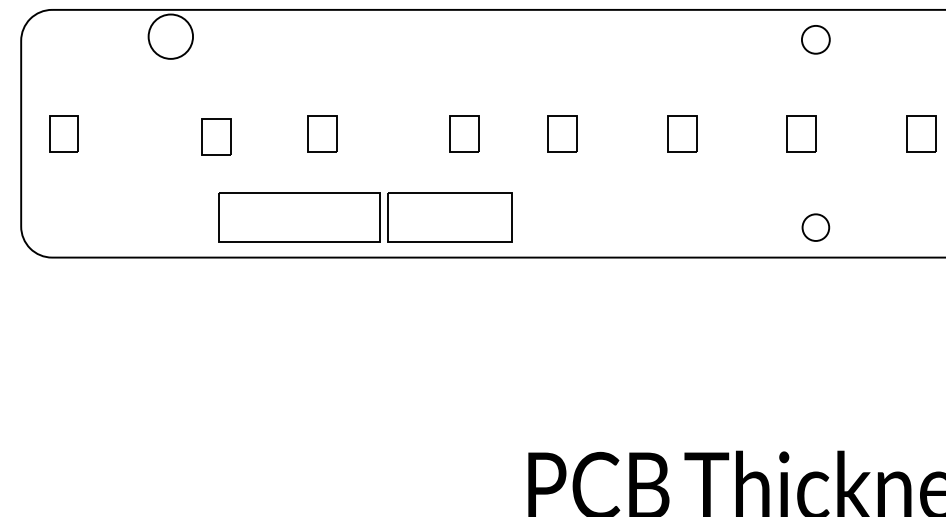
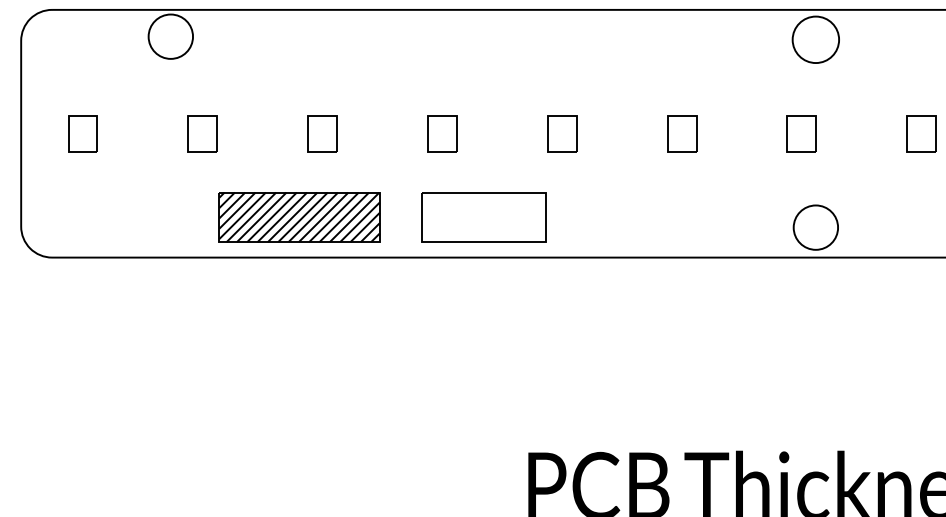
circle at (815, 39) diameter: 28 px -> 46 px
part at (63, 133) position: (63, 133) -> (82, 133)
part at (464, 133) position: (464, 133) -> (442, 133)
part at (216, 136) position: (216, 136) -> (202, 133)
hatch at (299, 217): none -> present
part at (449, 217) position: (449, 217) -> (483, 217)
circle at (815, 227) diameter: 27 px -> 44 px
